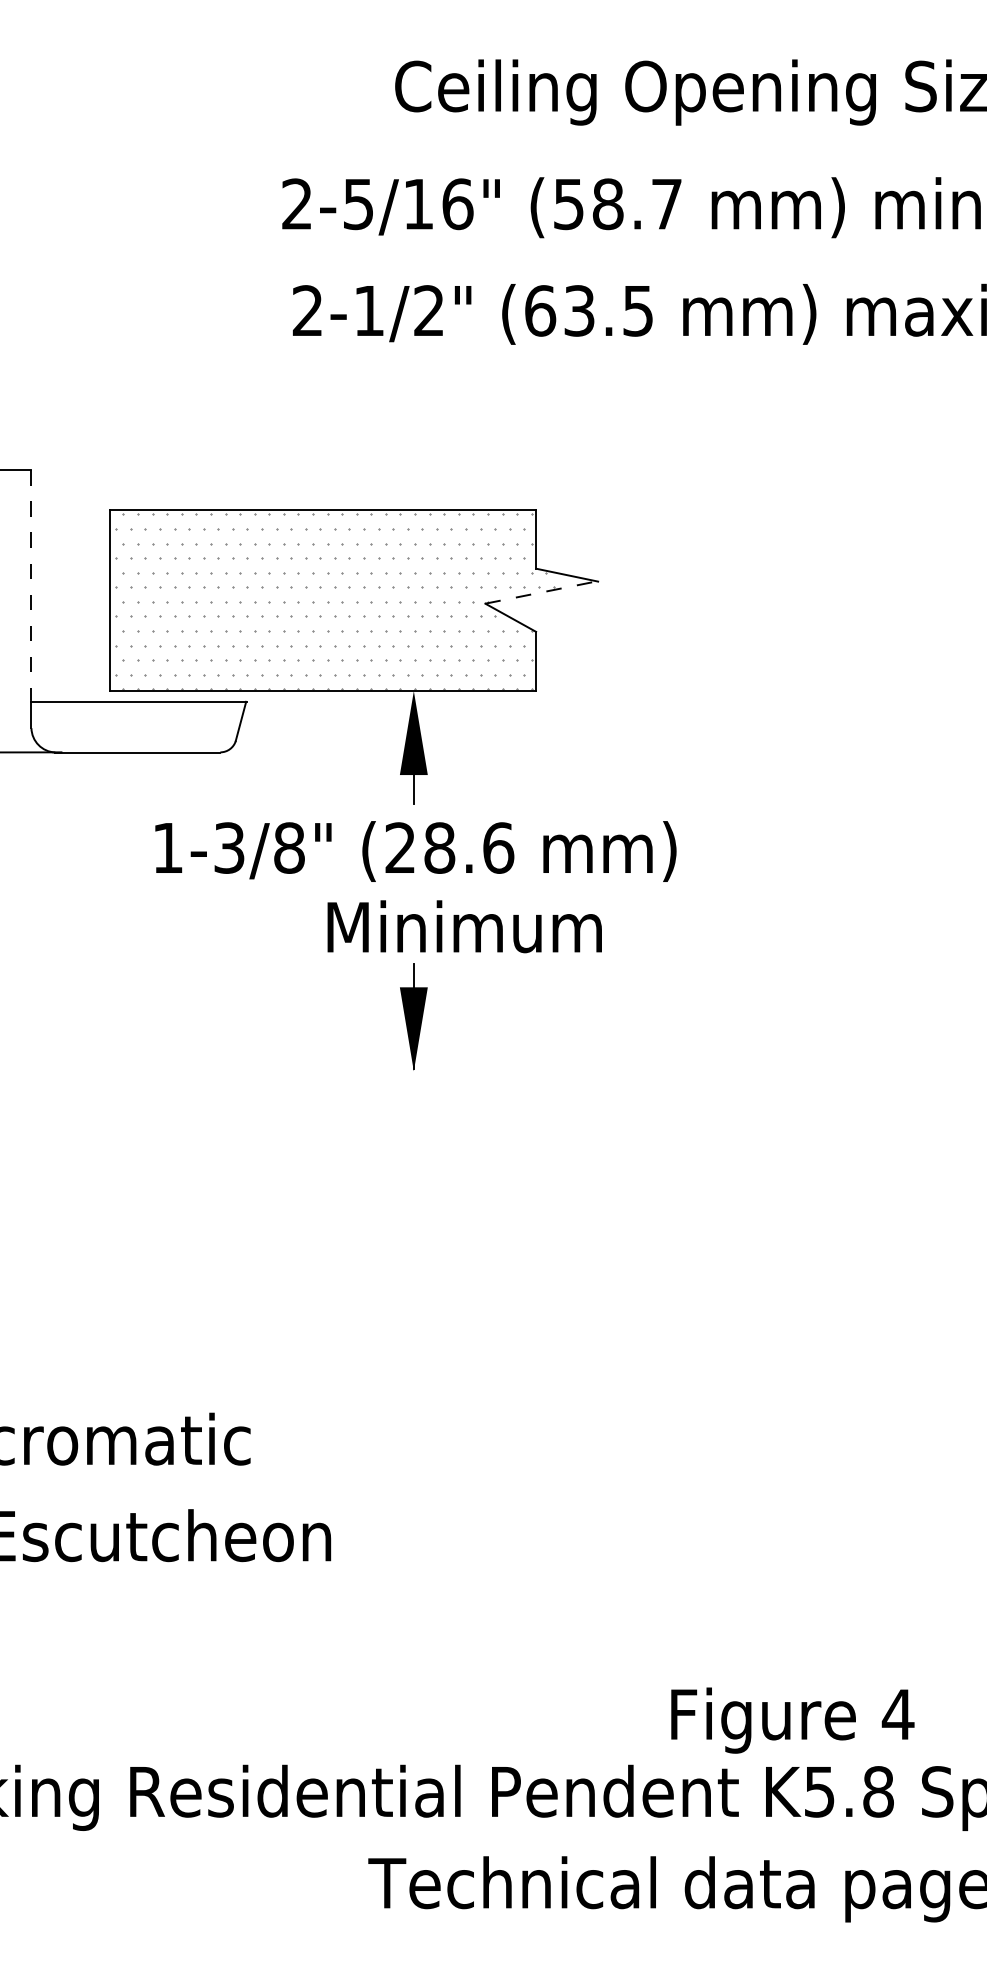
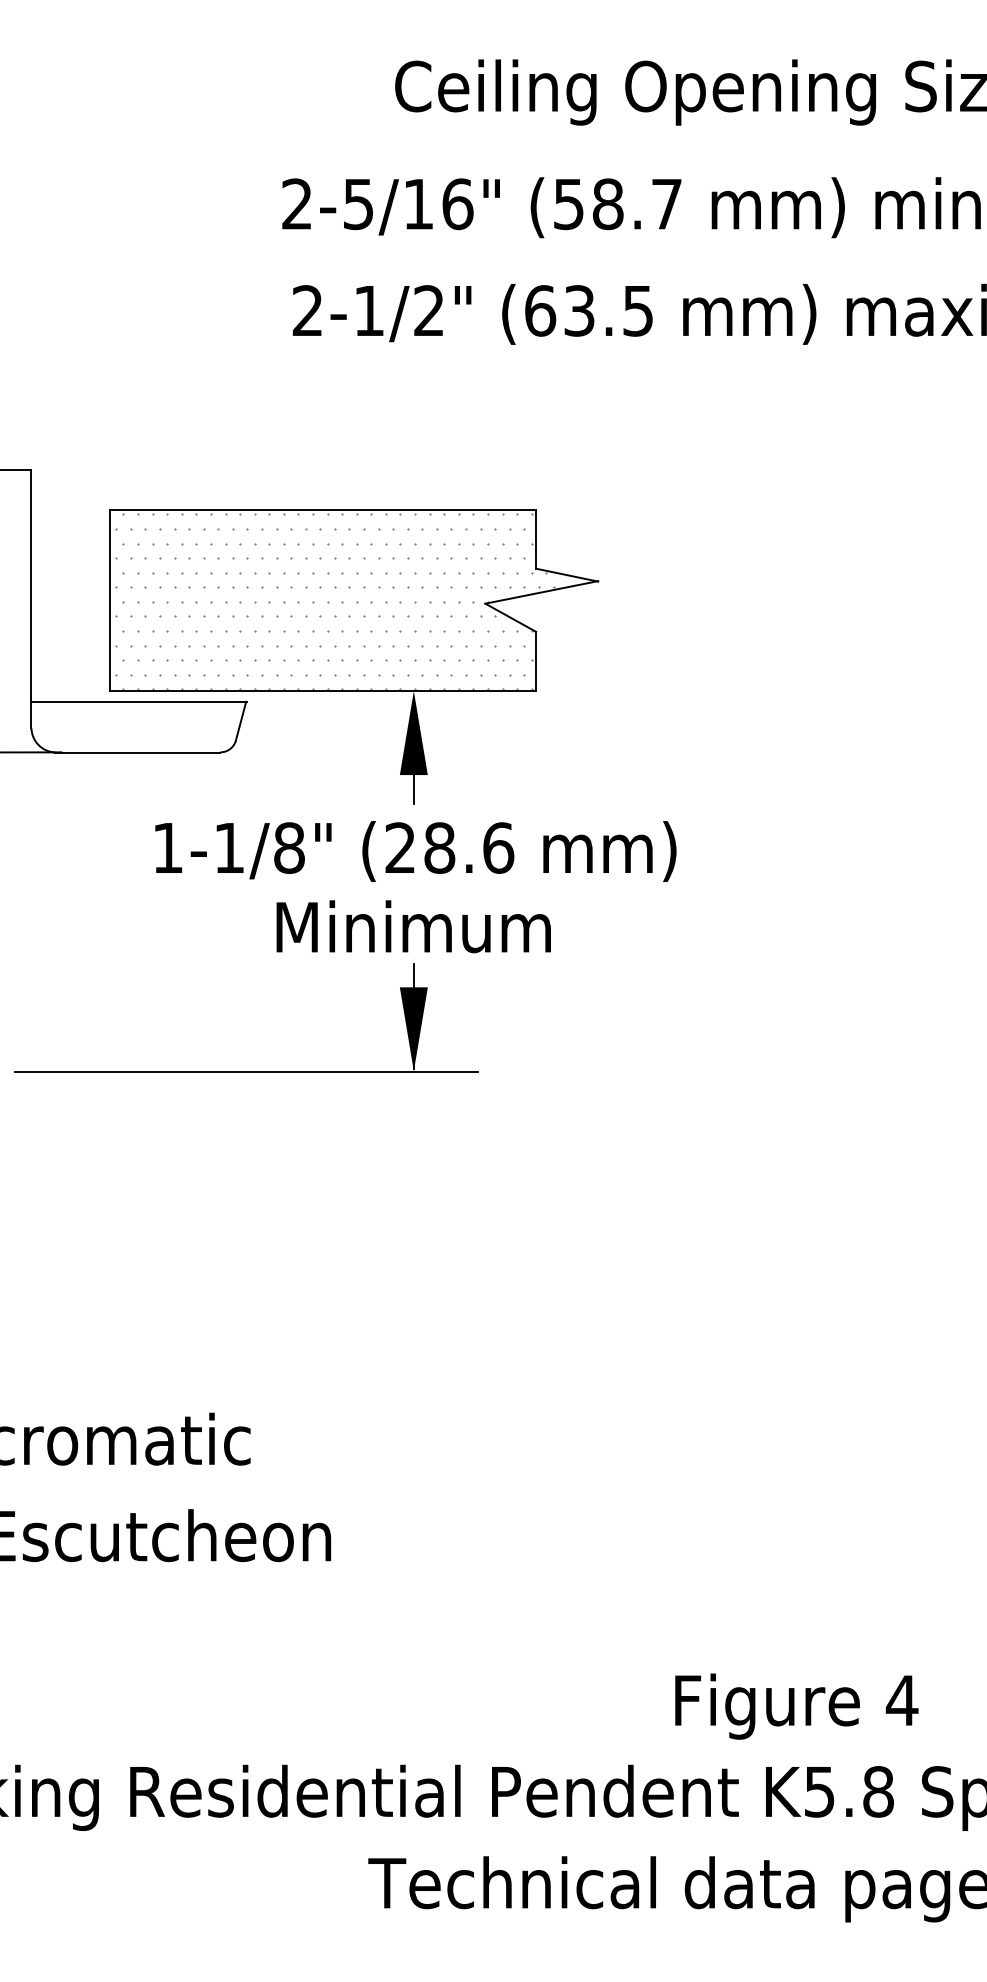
line at (31, 585): dashed -> solid
line at (542, 592): dashed -> solid
text at (229, 847): 1-3/8" -> 1-1/8"
text at (464, 926) position: (464, 926) -> (413, 926)
line at (245, 1071): none -> present
text at (792, 1720) position: (792, 1720) -> (796, 1706)
